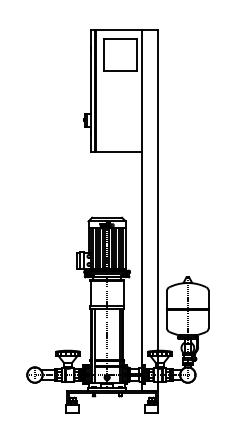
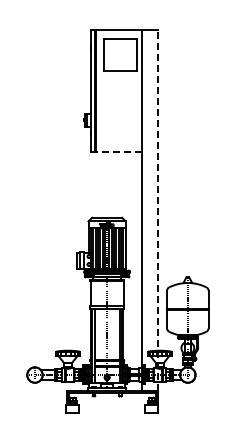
line at (118, 152): solid -> dashed
line at (157, 210): solid -> dashed
